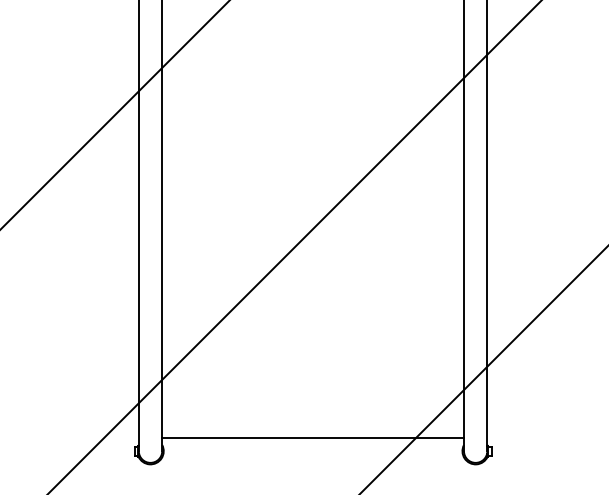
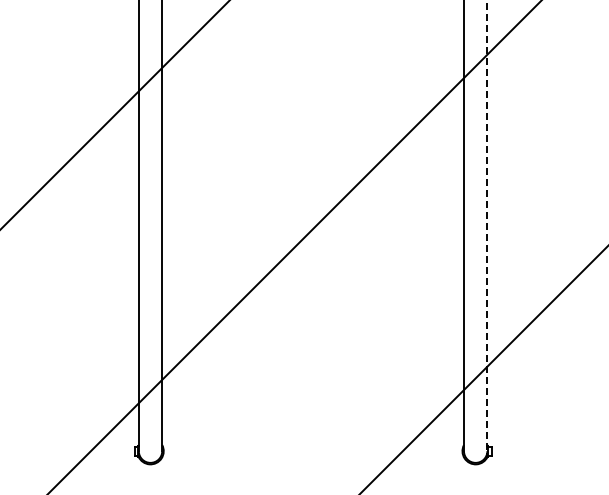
line at (487, 226): solid -> dashed
line at (312, 438): present -> none
